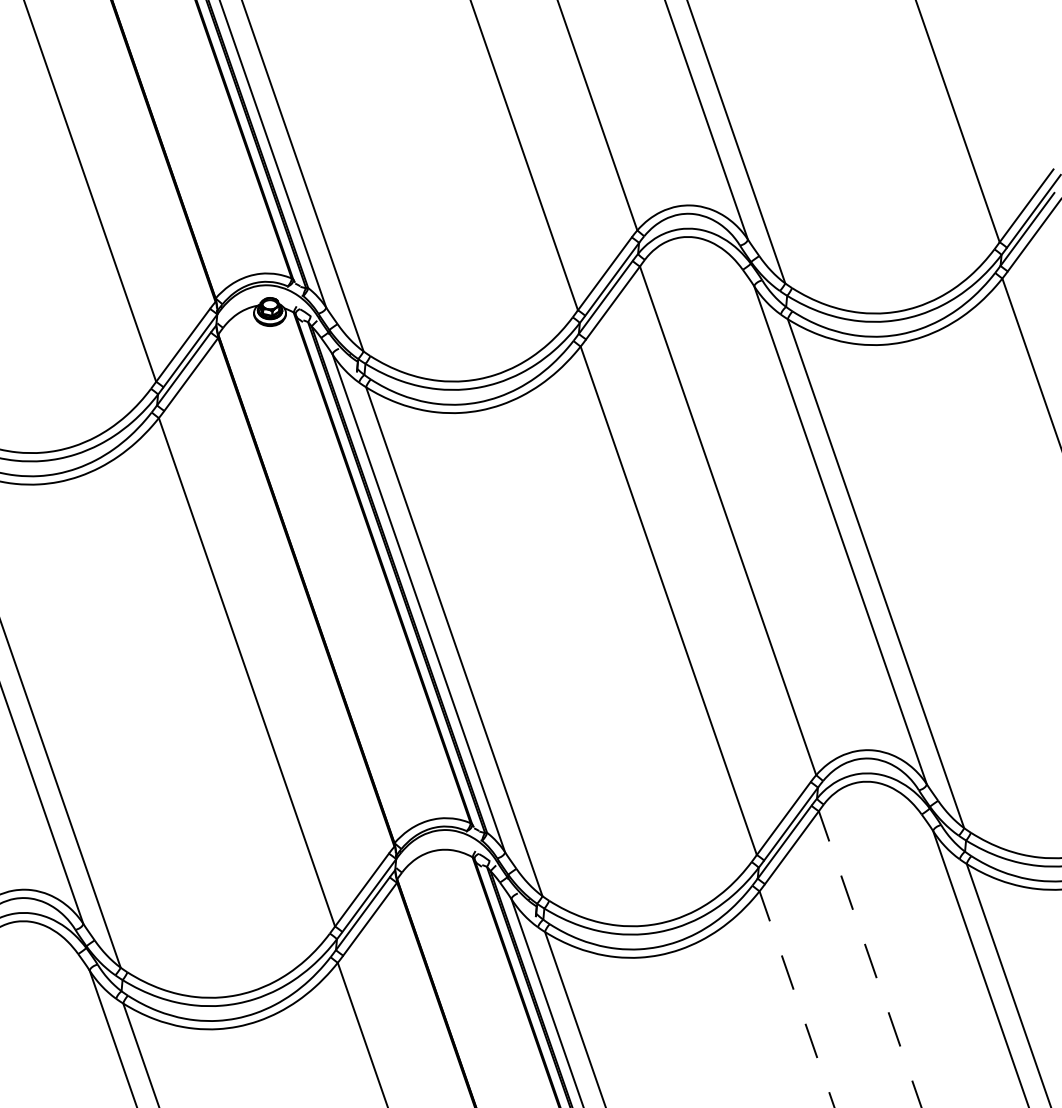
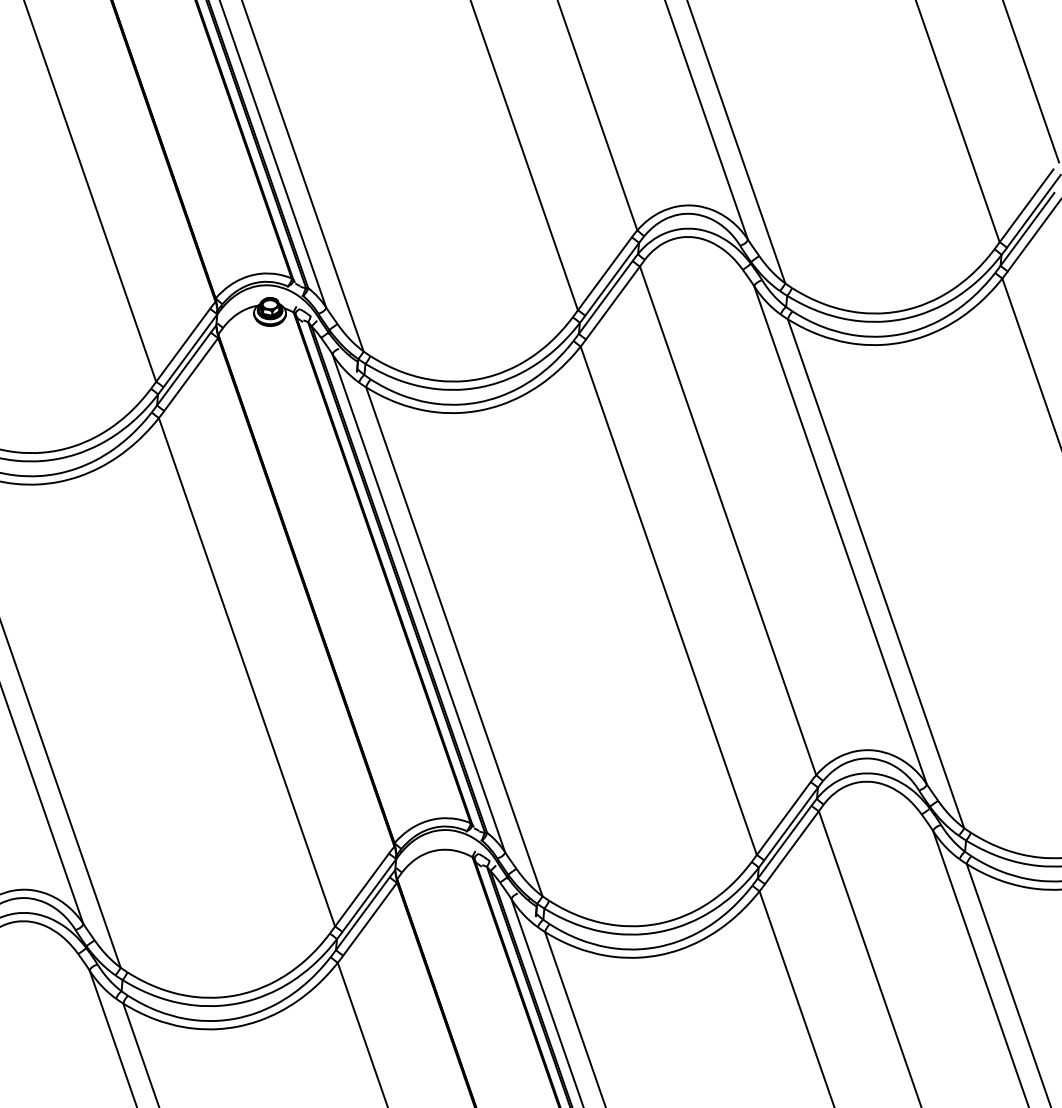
line at (1030, 81): none -> present
line at (870, 959): dashed -> solid
line at (796, 998): dashed -> solid
